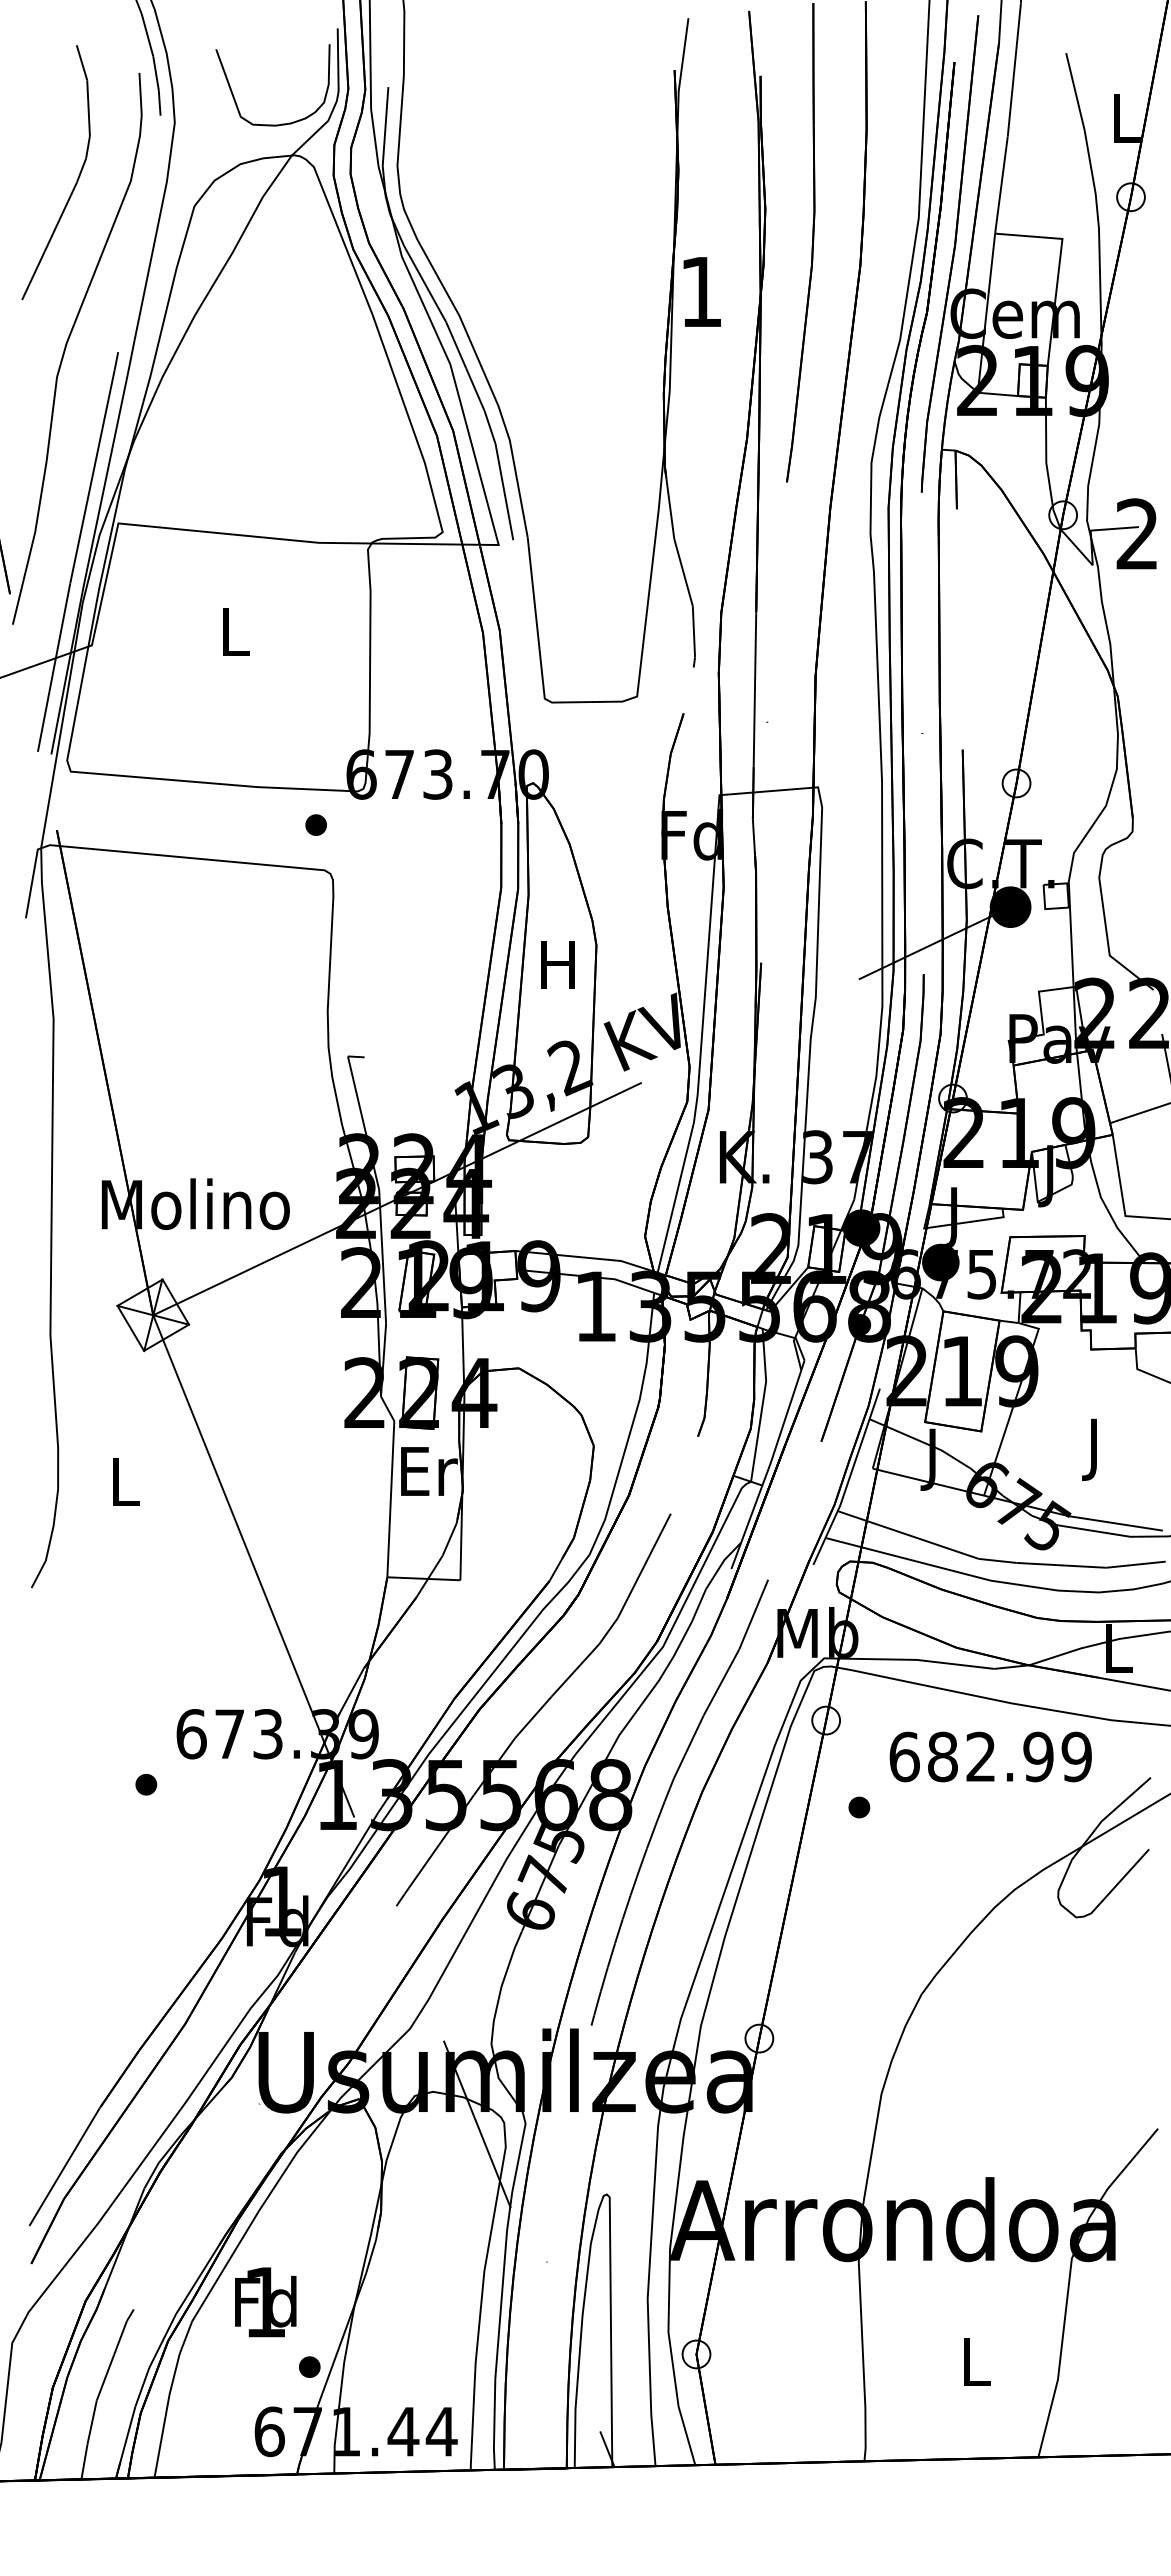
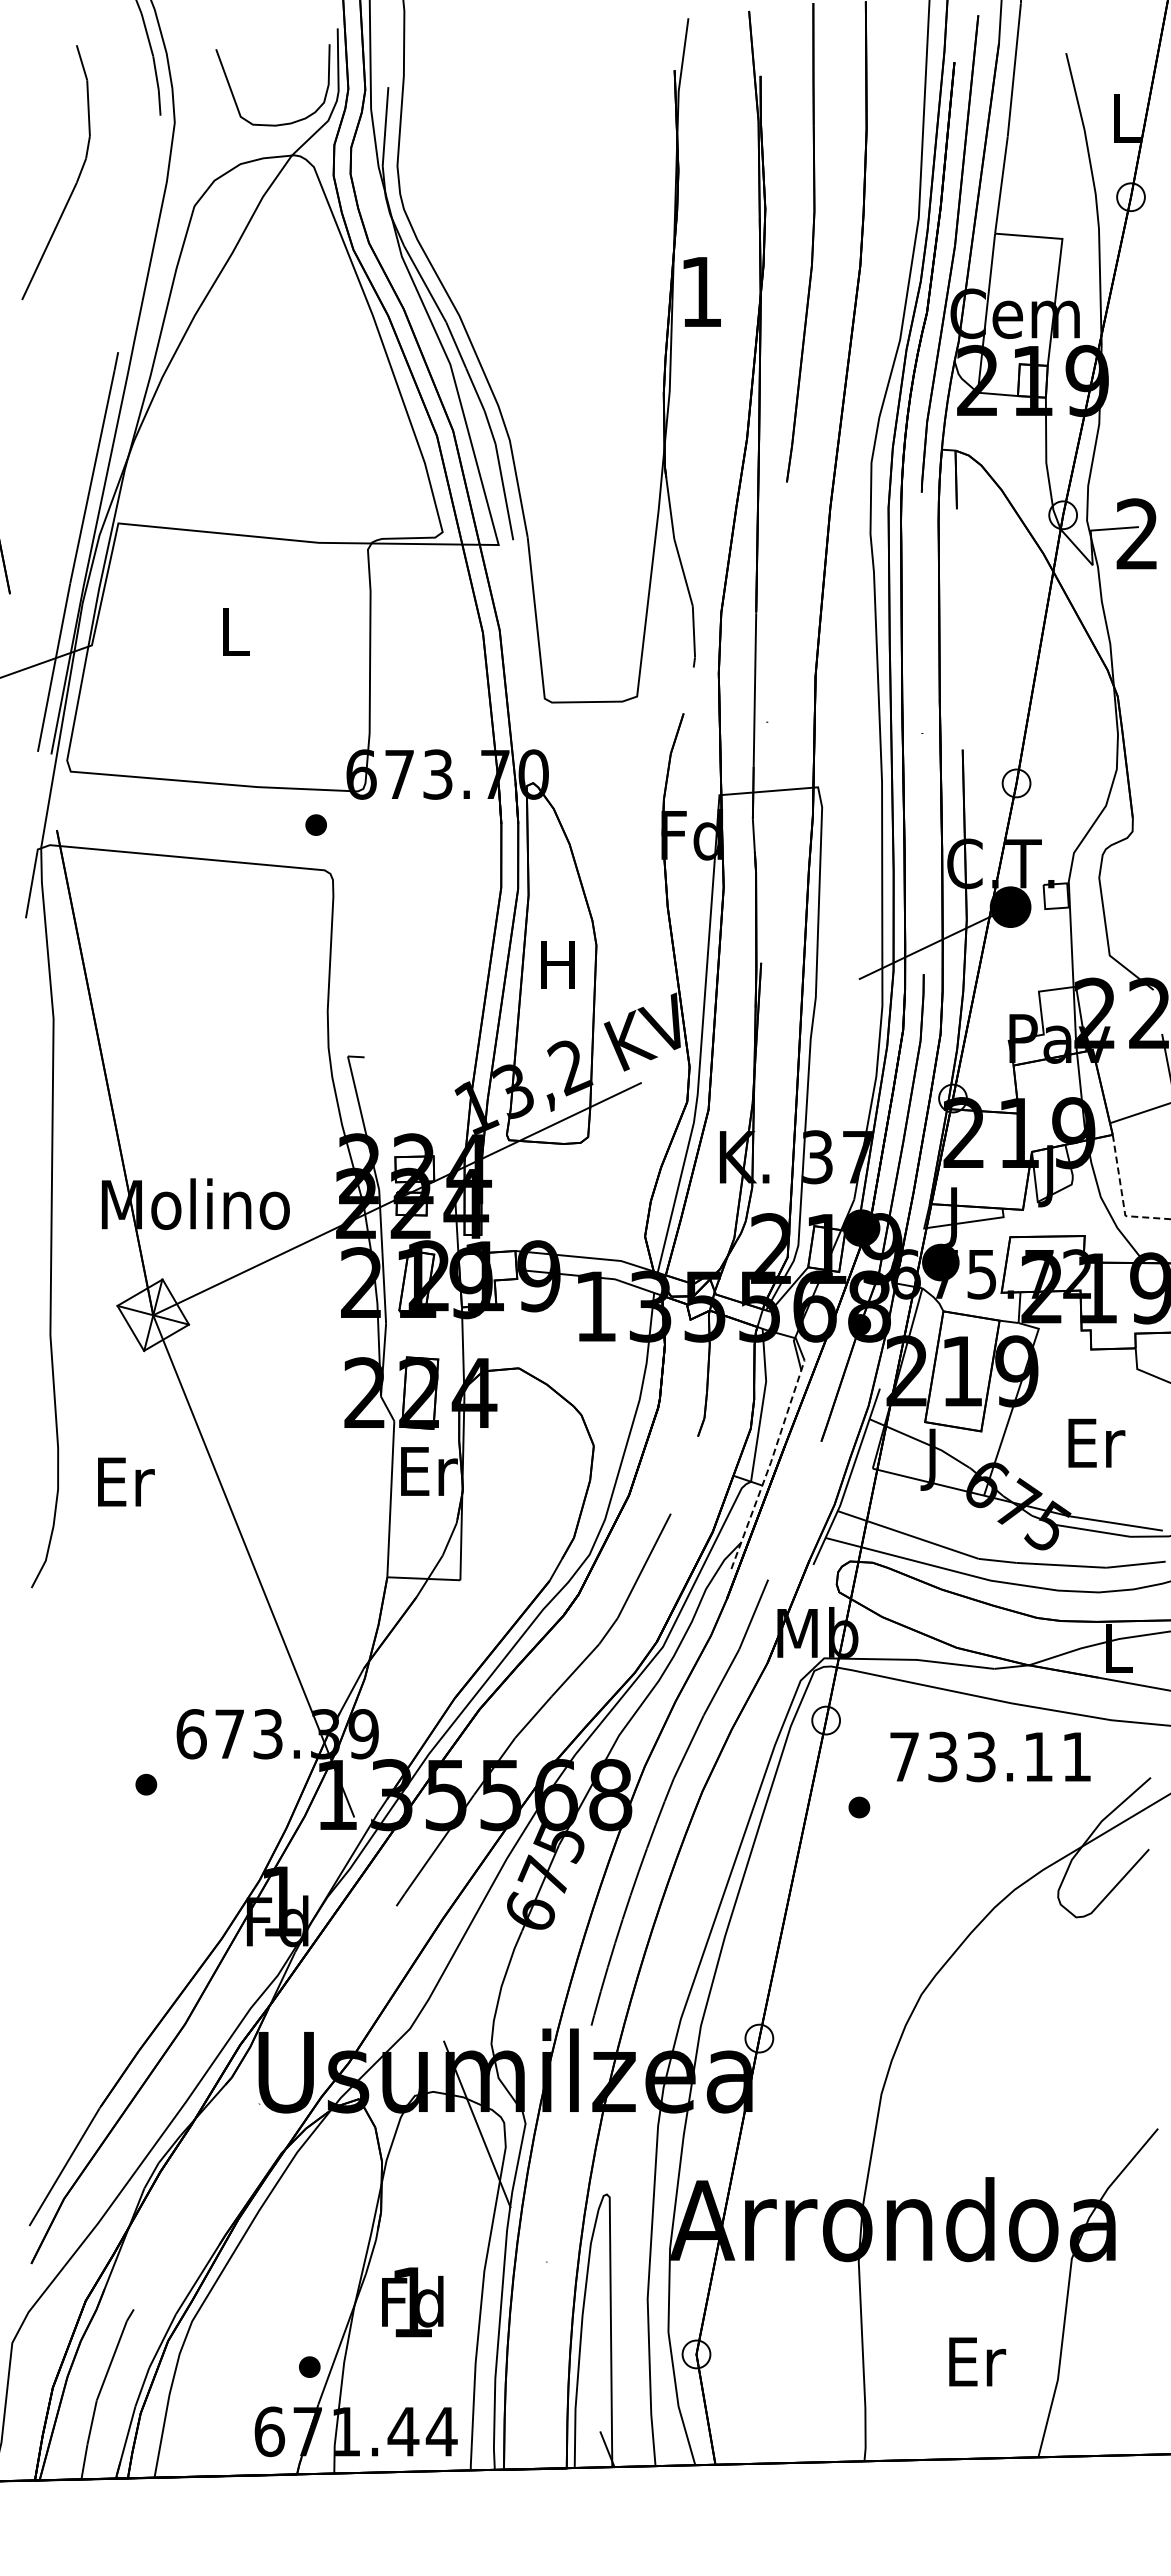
curve at (67, 344): present -> none
line at (1122, 1198): solid -> dashed
text at (1096, 1449): J -> Er
line at (770, 1464): solid -> dashed
text at (126, 1481): L -> Er
text at (990, 1756): 682.99 -> 733.11
text at (265, 2302) position: (265, 2302) -> (412, 2302)
text at (977, 2361): L -> Er
